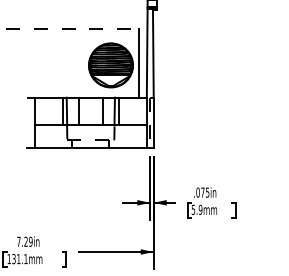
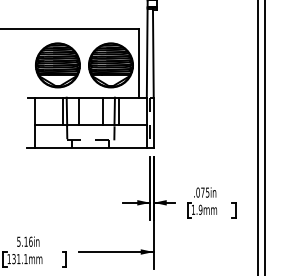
line at (70, 28): dashed -> solid
part at (57, 65): none -> present
line at (257, 137): none -> present
line at (264, 137): none -> present
text at (193, 209): 5.9mm -> 1.9mm
text at (24, 241): 7.29in -> 5.16in
